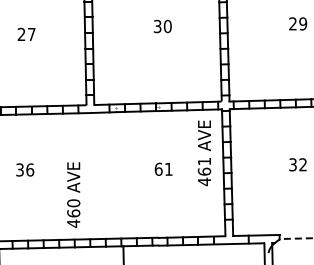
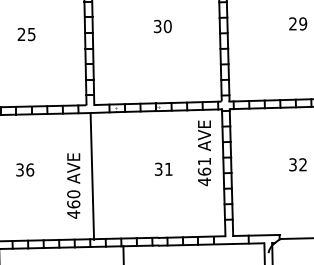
text at (31, 34): 27 -> 25
text at (158, 168): 61 -> 31
line at (92, 176): none -> present
text at (73, 194) position: (73, 194) -> (73, 185)
line at (296, 238): dashed -> solid
